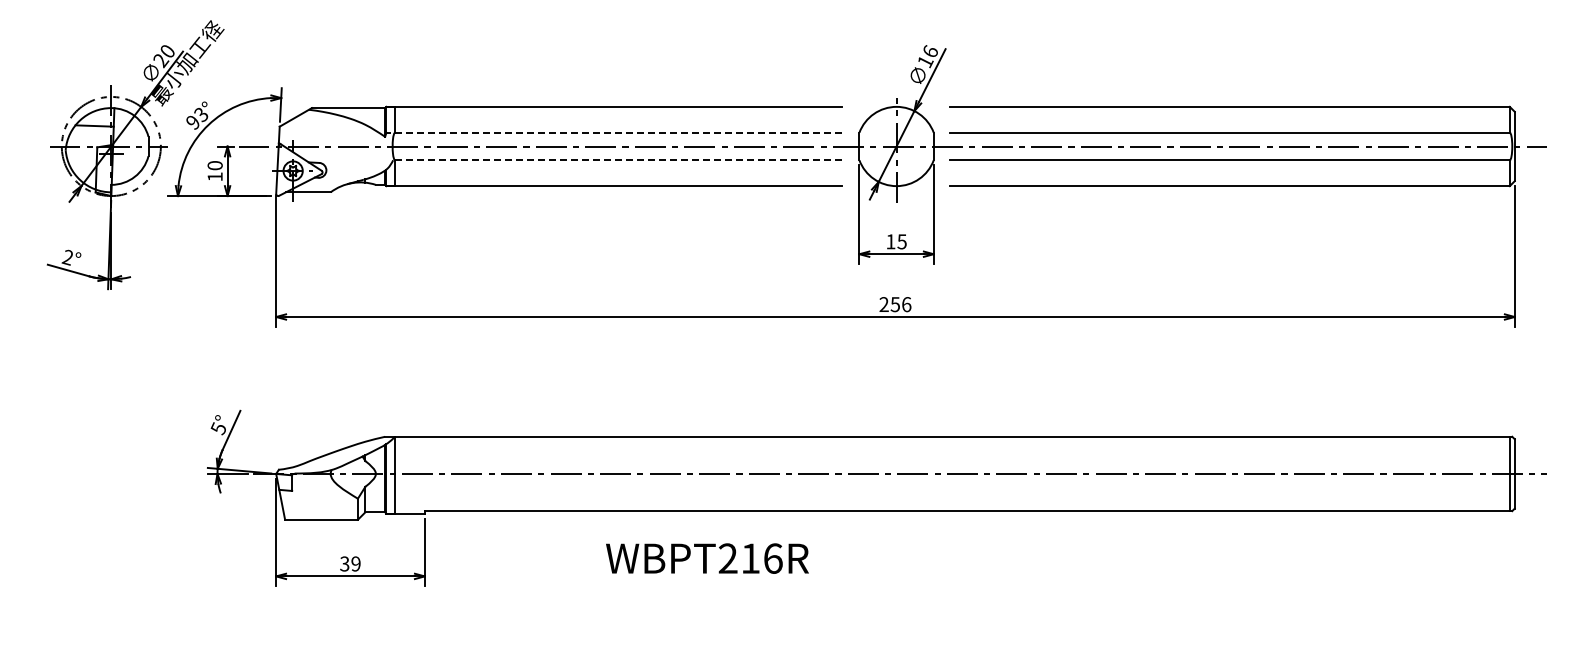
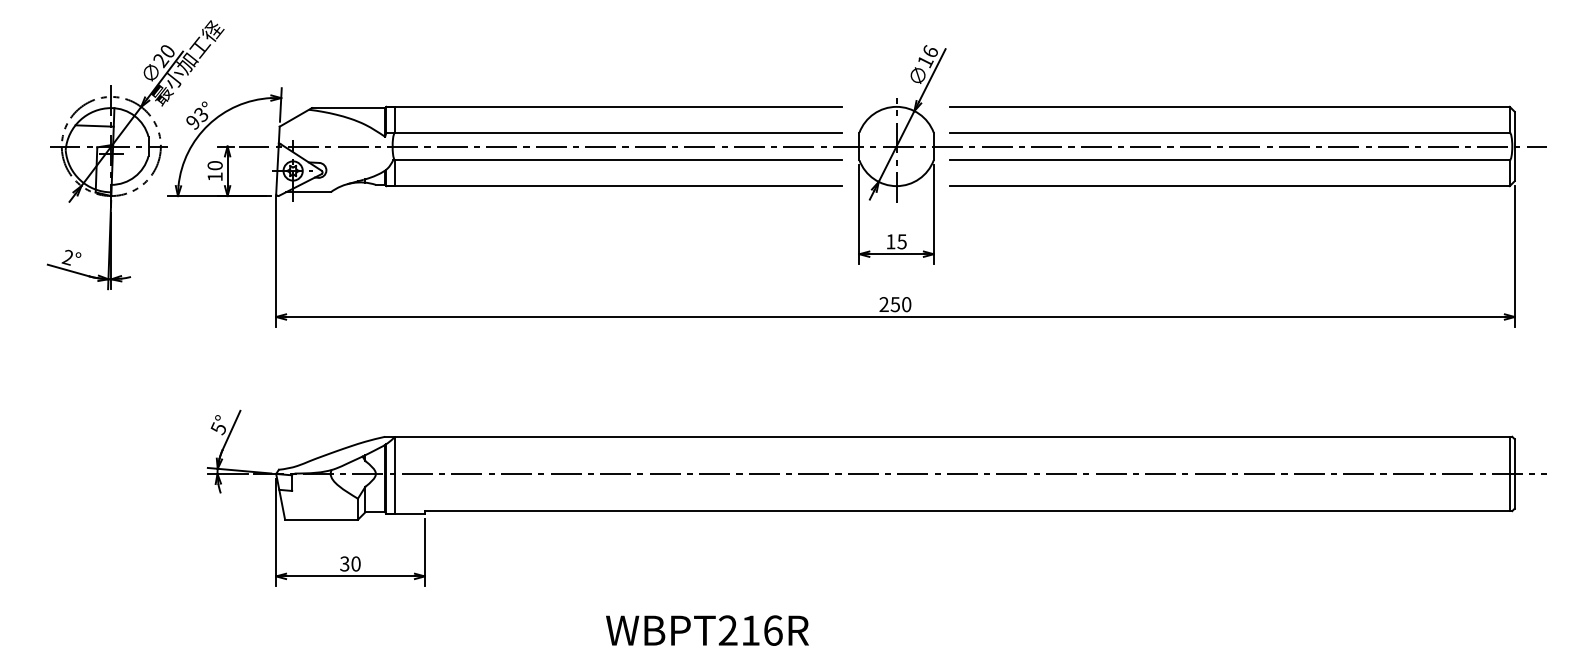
line at (614, 132): dashed -> solid
line at (617, 160): dashed -> solid
text at (906, 304): 256 -> 250
text at (707, 558) position: (707, 558) -> (707, 630)
text at (355, 563): 39 -> 30
